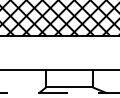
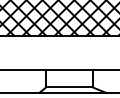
line at (60, 93): dashed -> solid
